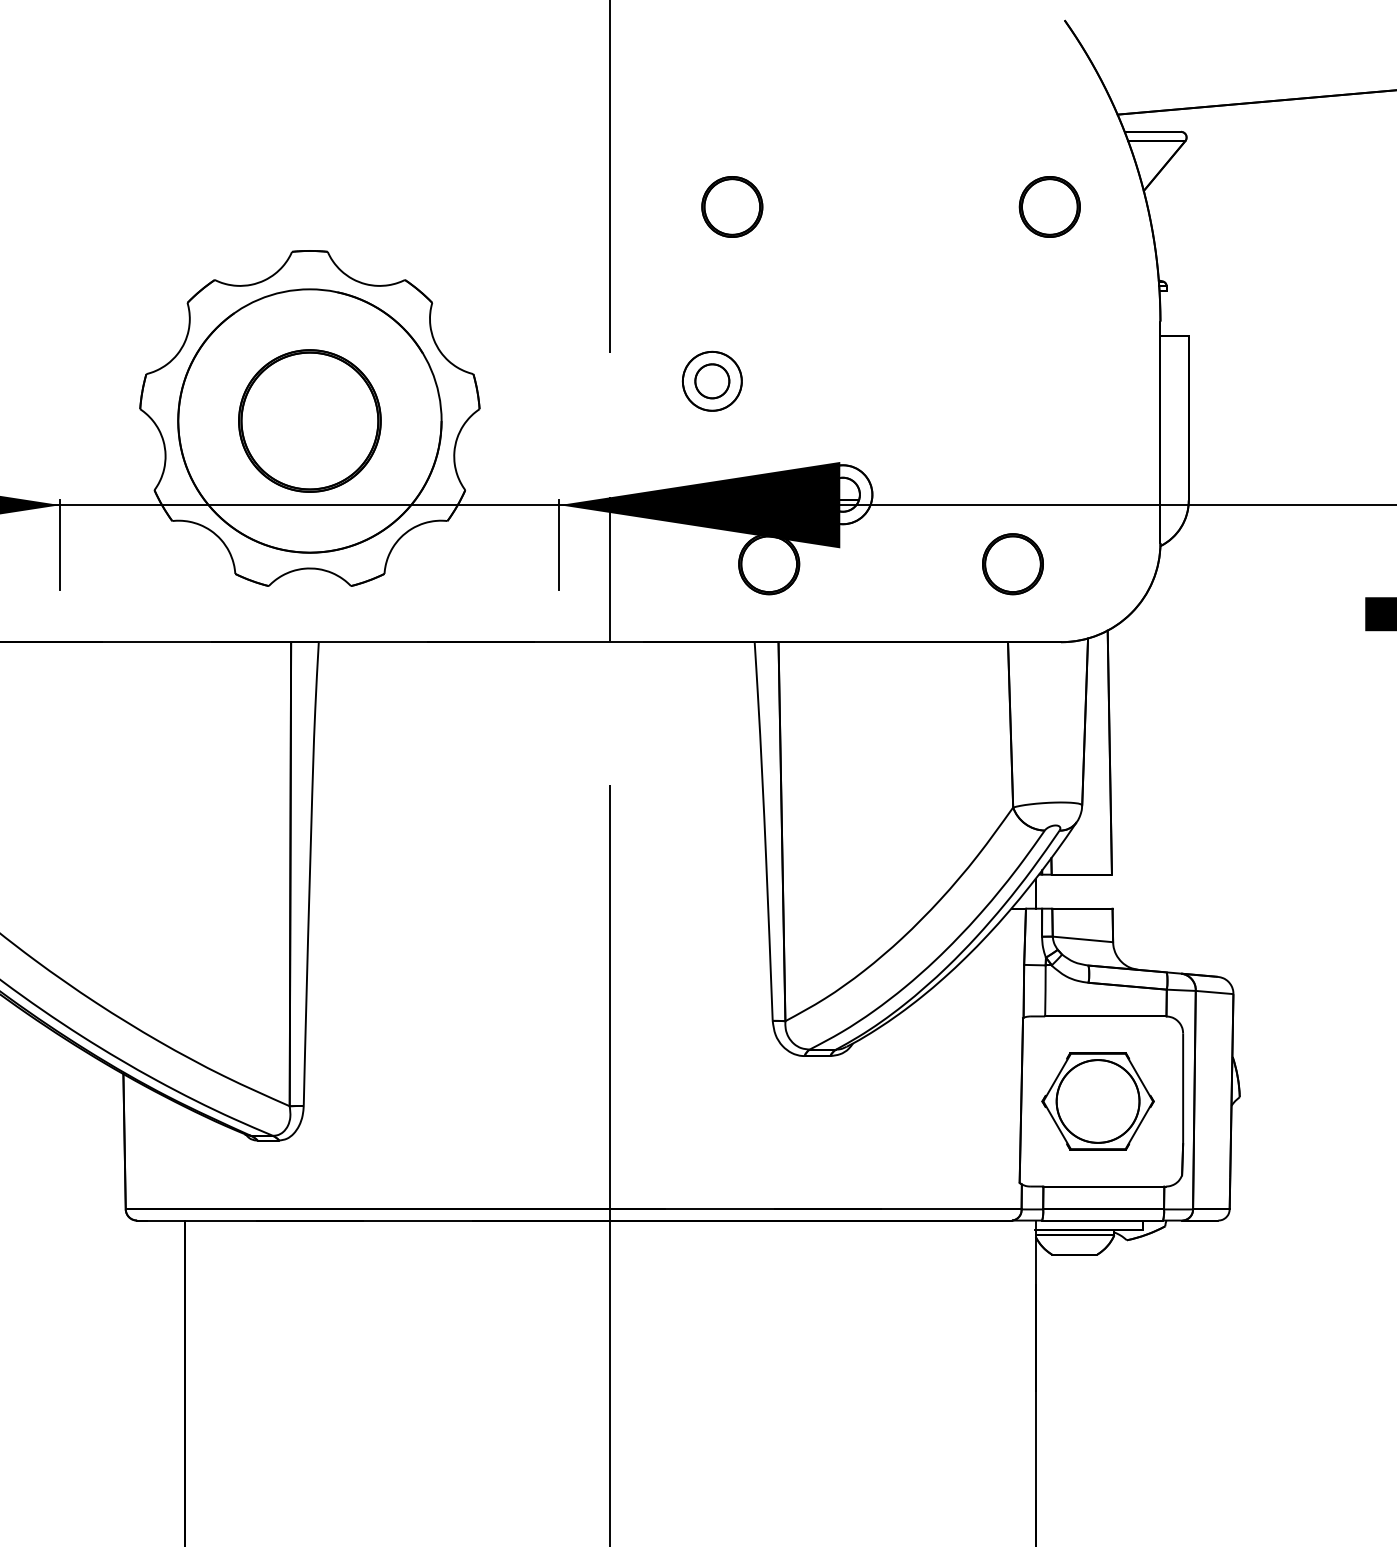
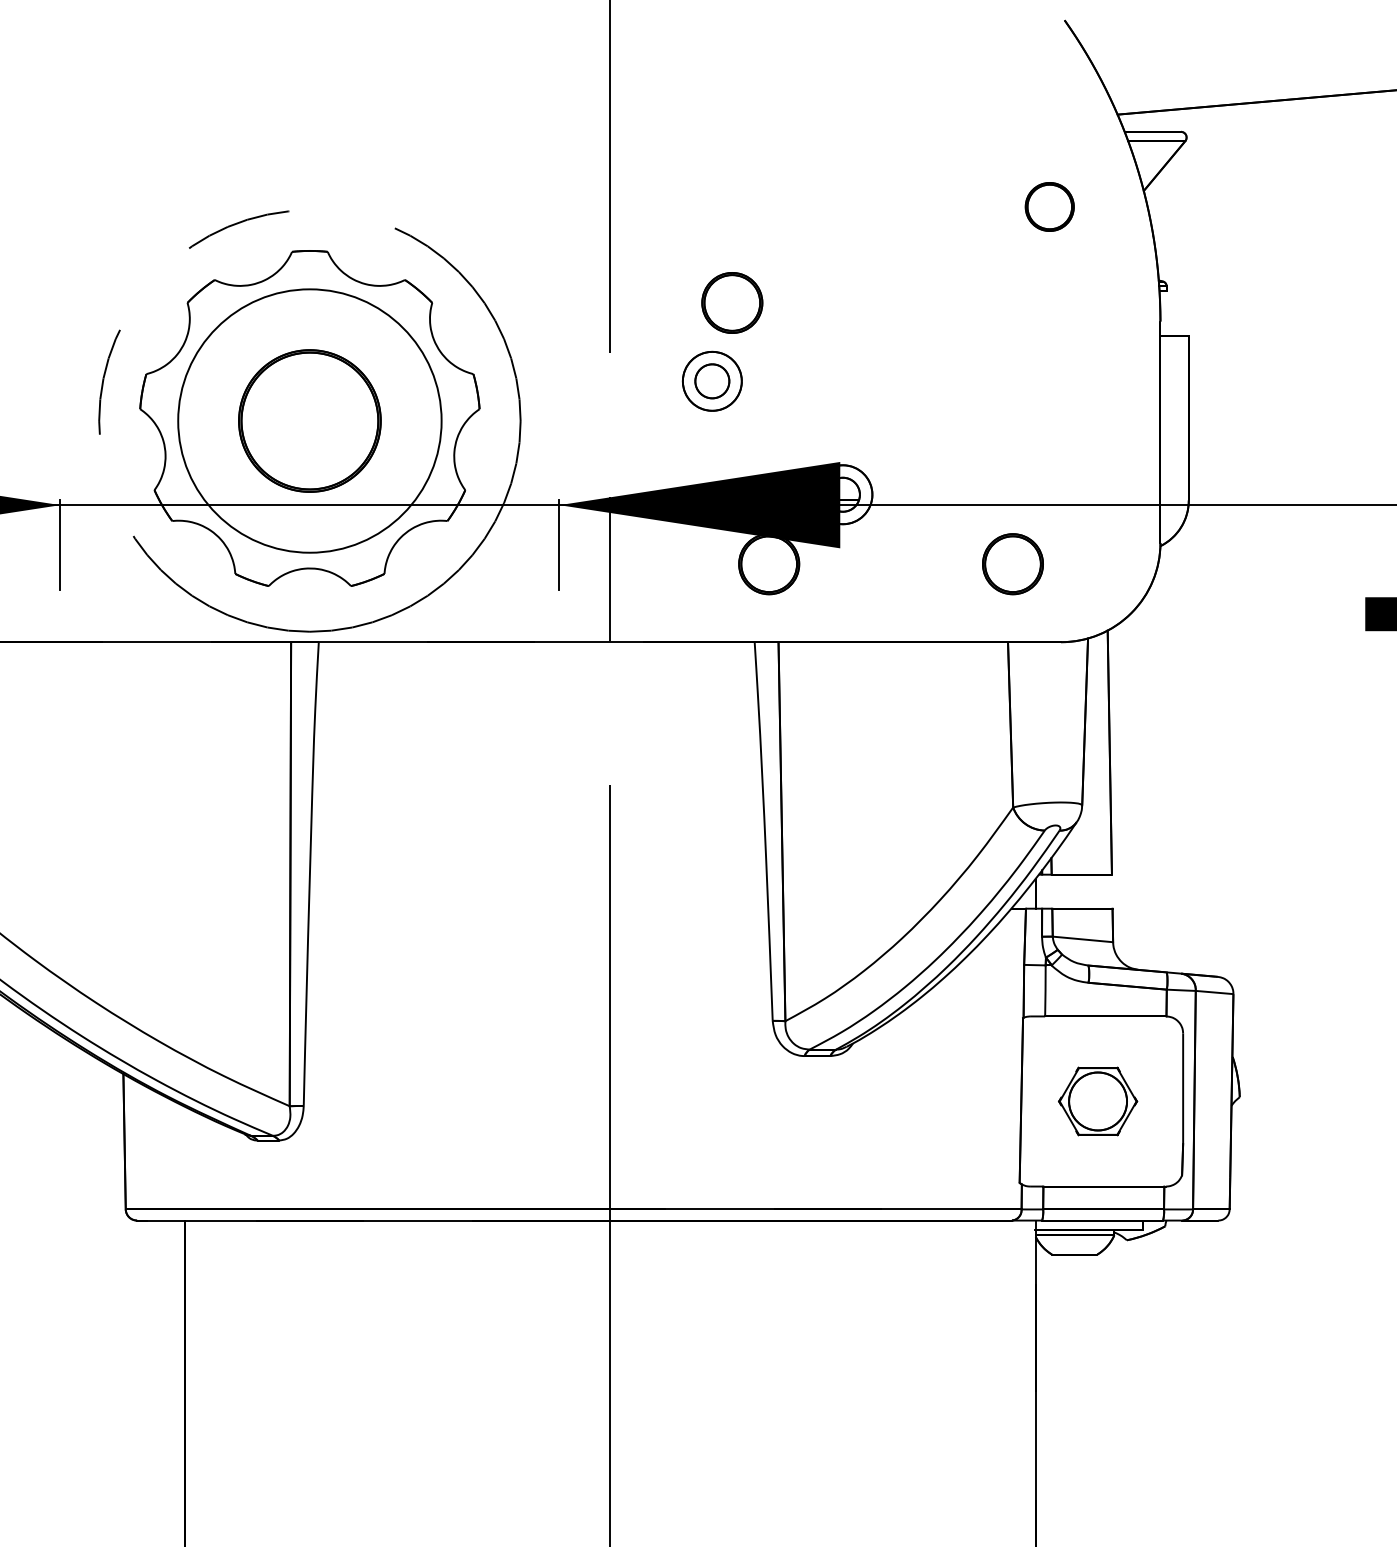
part at (732, 206) position: (732, 206) -> (732, 302)
part at (1049, 206) size: 63x62 px -> 51x50 px
circle at (309, 420) diameter: 263 px -> 421 px
part at (1097, 1101) size: 114x99 px -> 81x71 px
